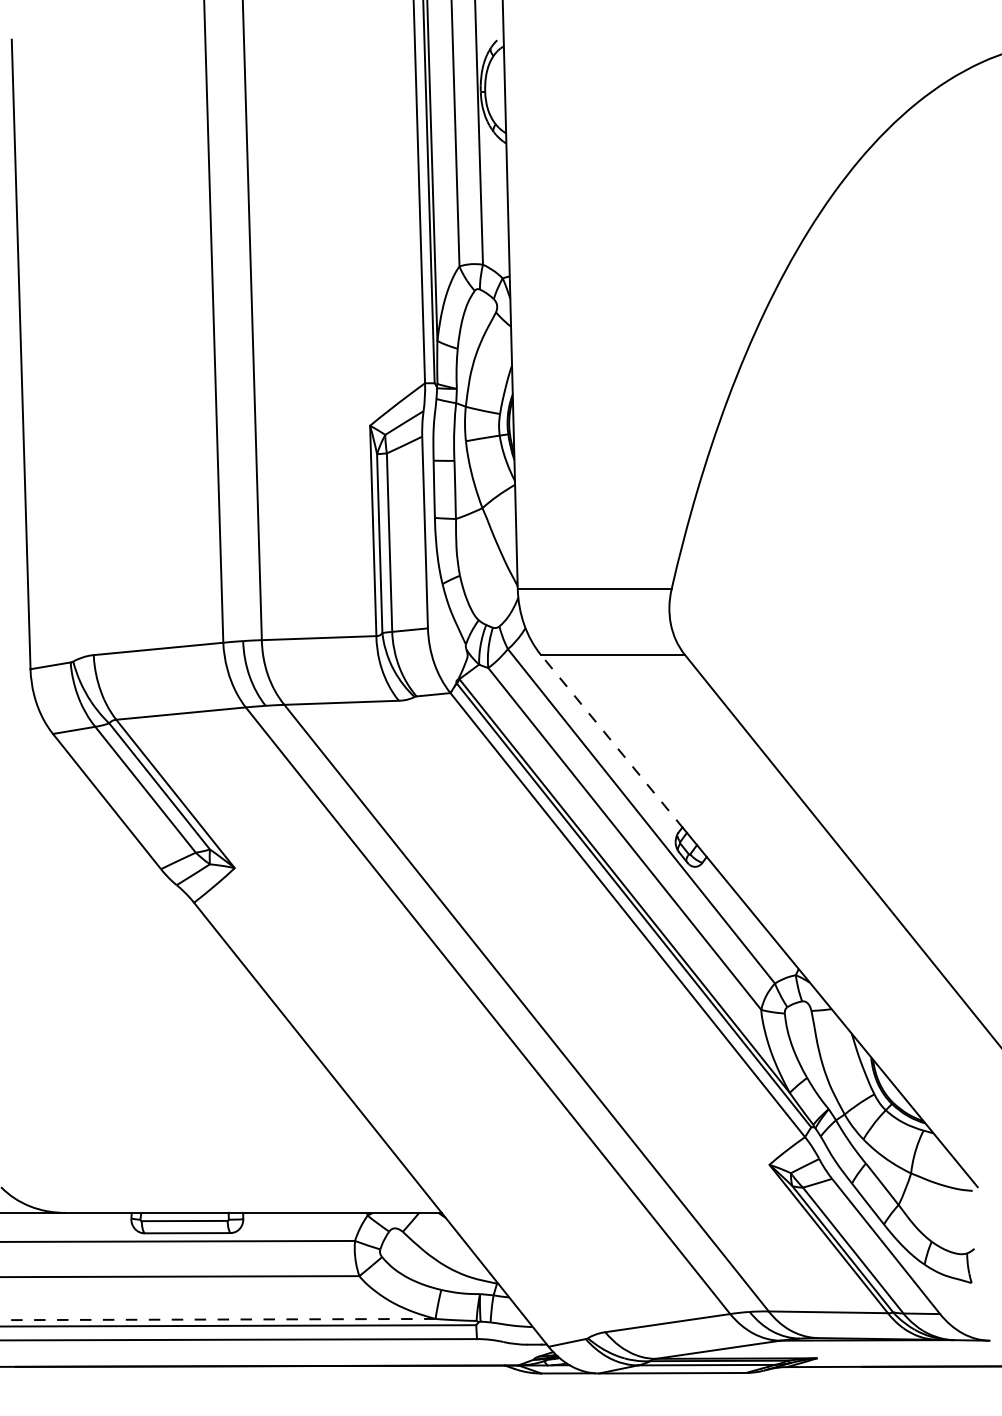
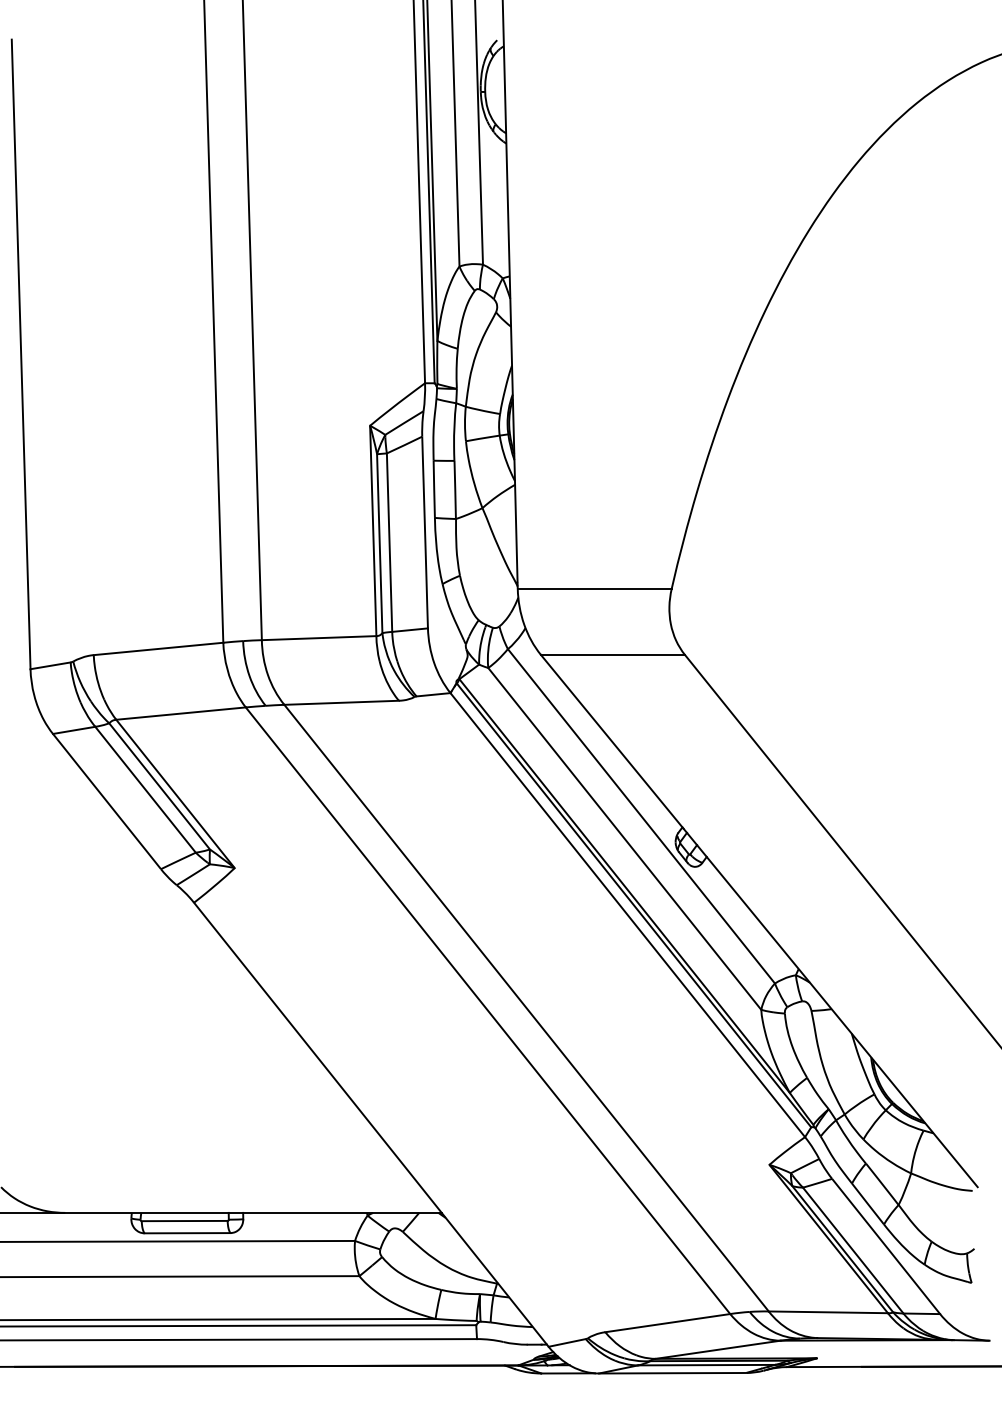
line at (611, 741): dashed -> solid
line at (217, 1319): dashed -> solid
